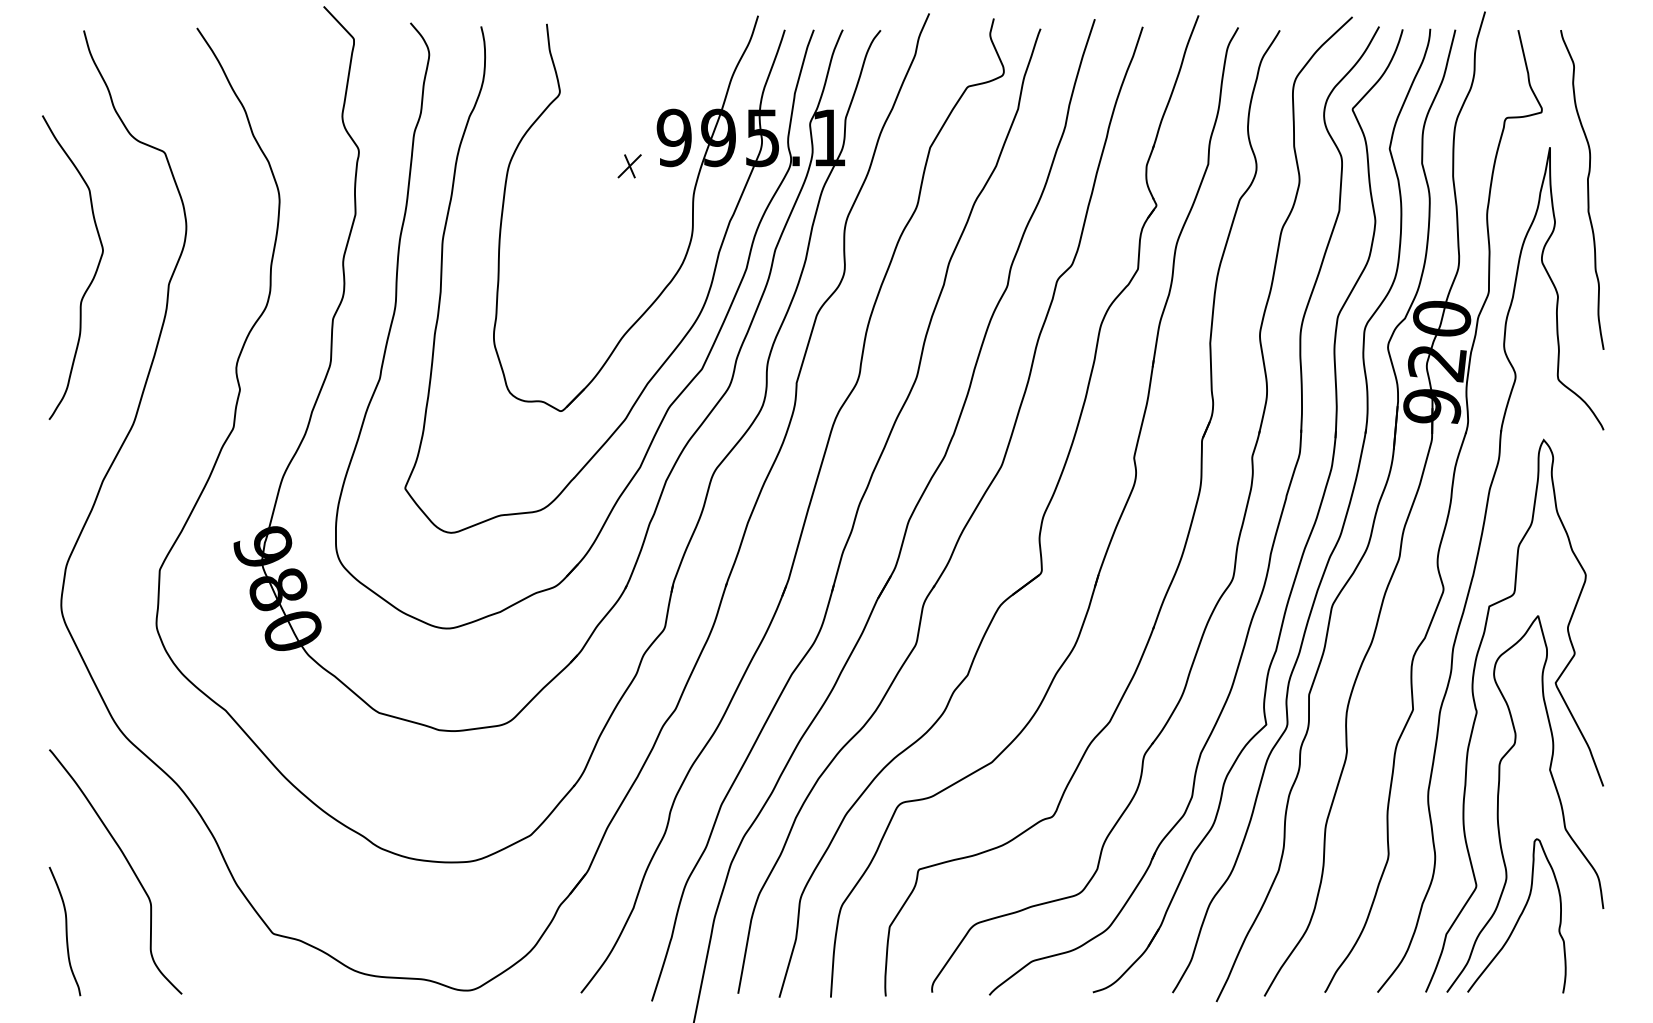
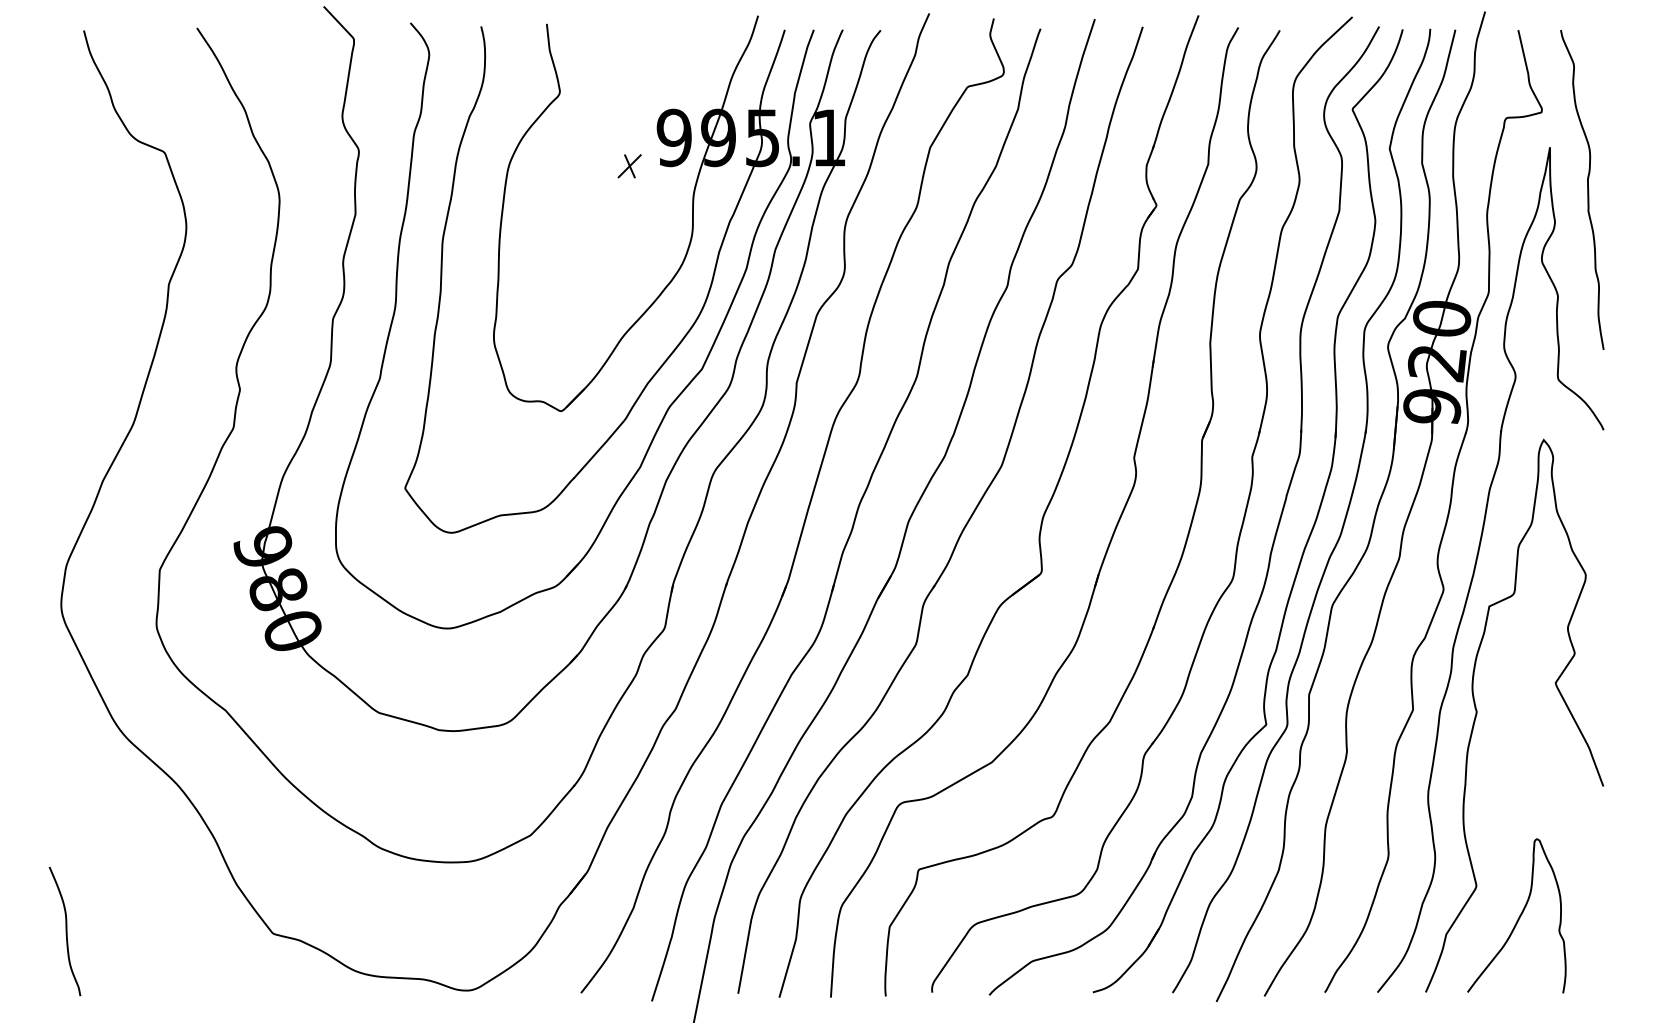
curve at (93, 275): present -> none
curve at (1498, 803): present -> none
curve at (127, 863): present -> none
